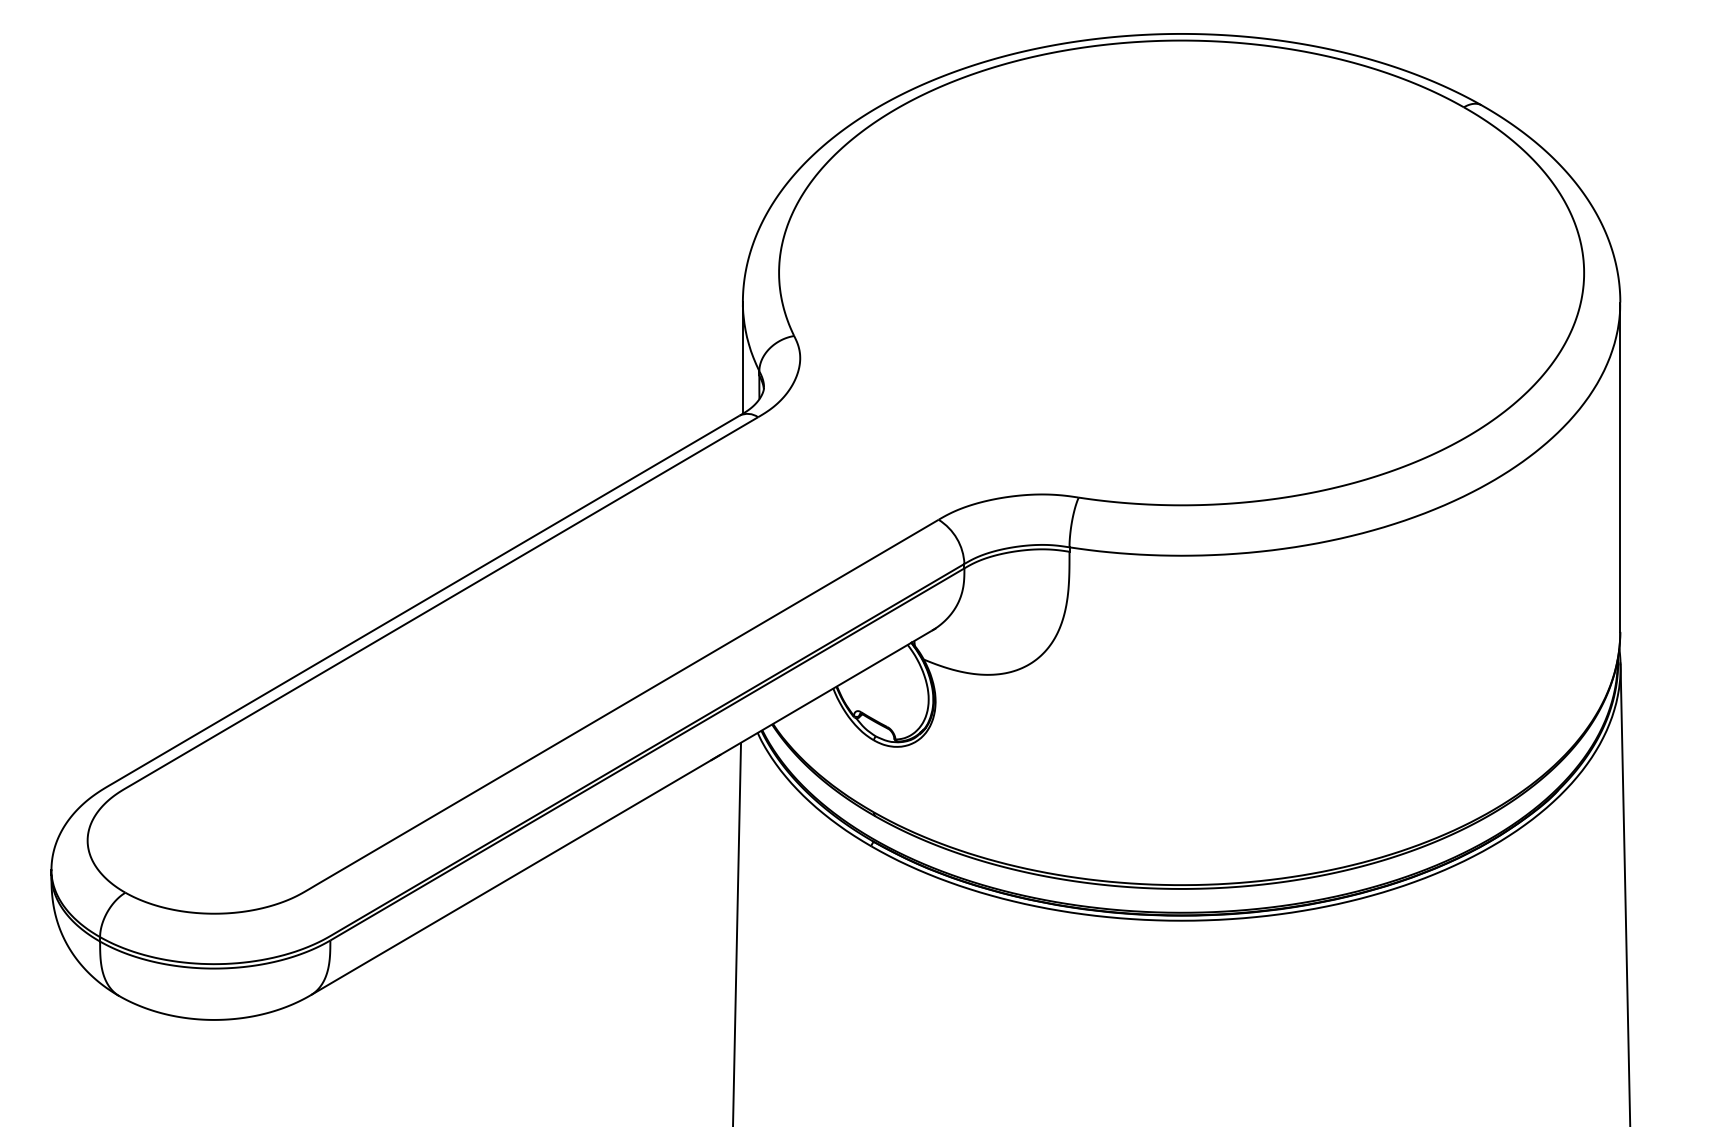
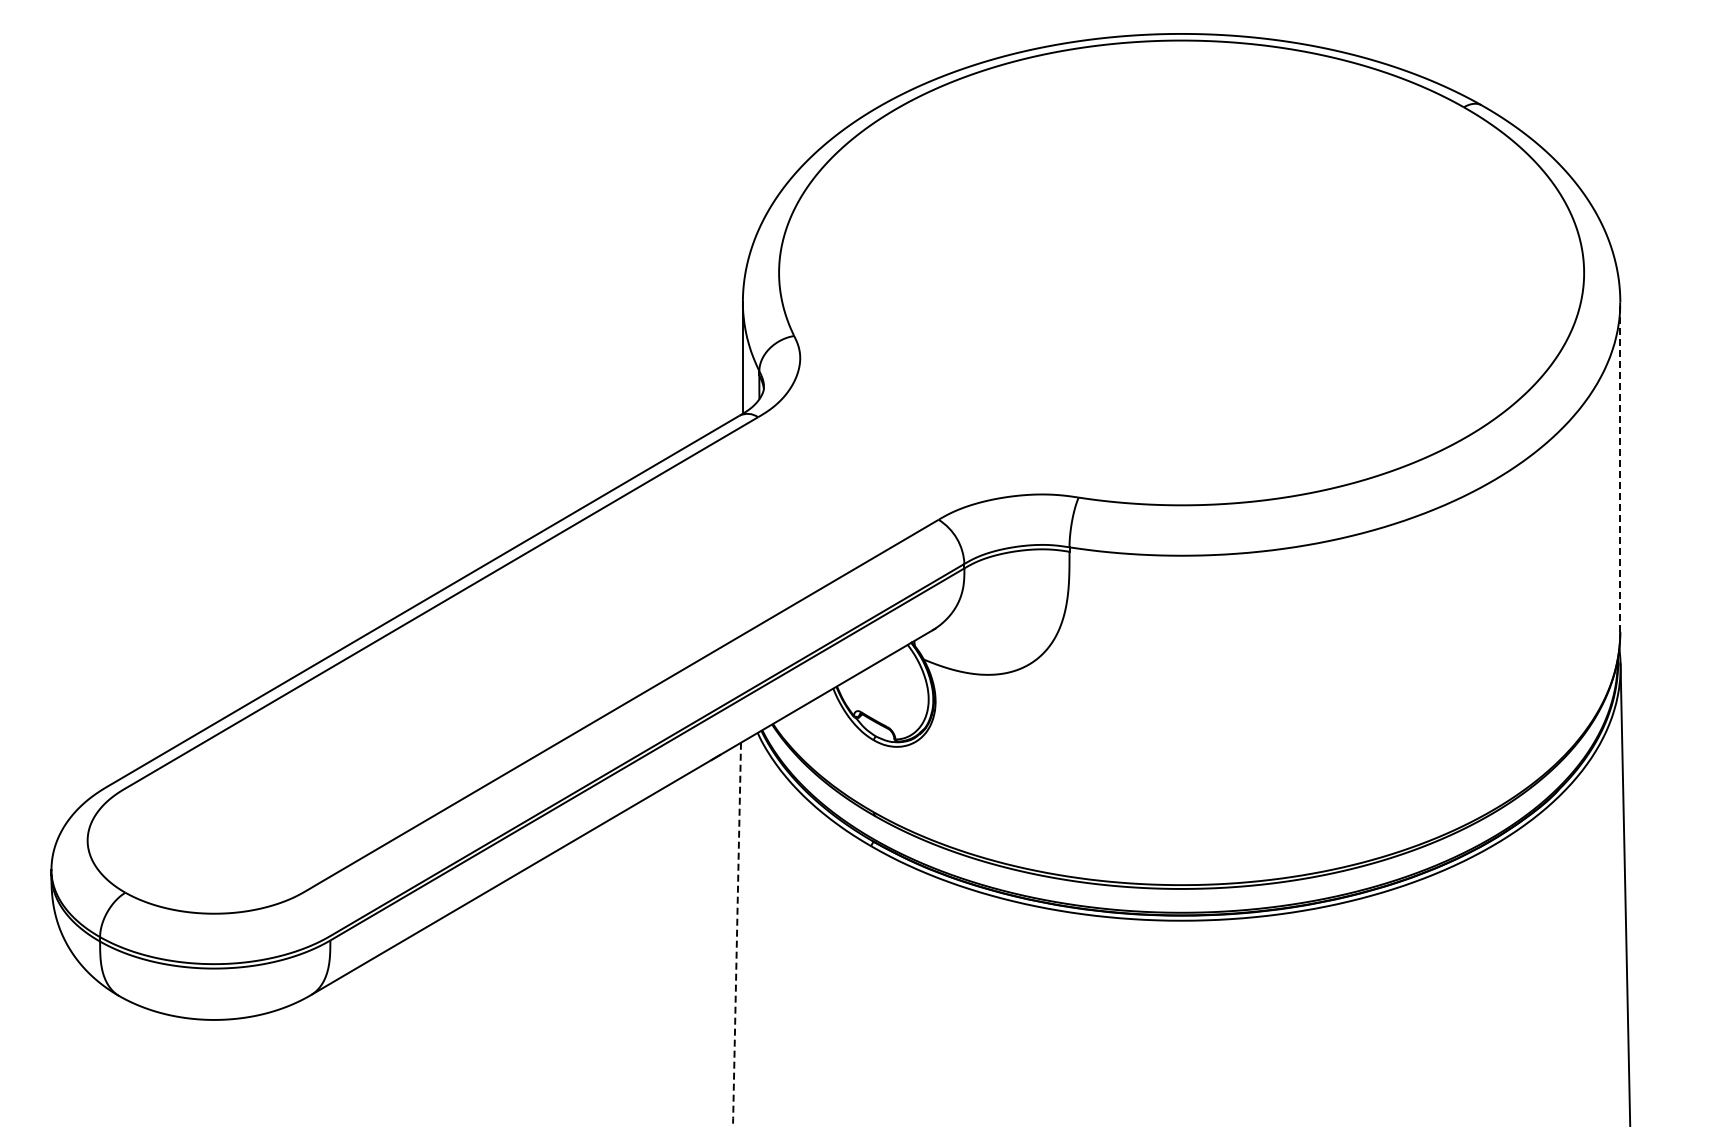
line at (1620, 467): solid -> dashed
line at (737, 935): solid -> dashed
